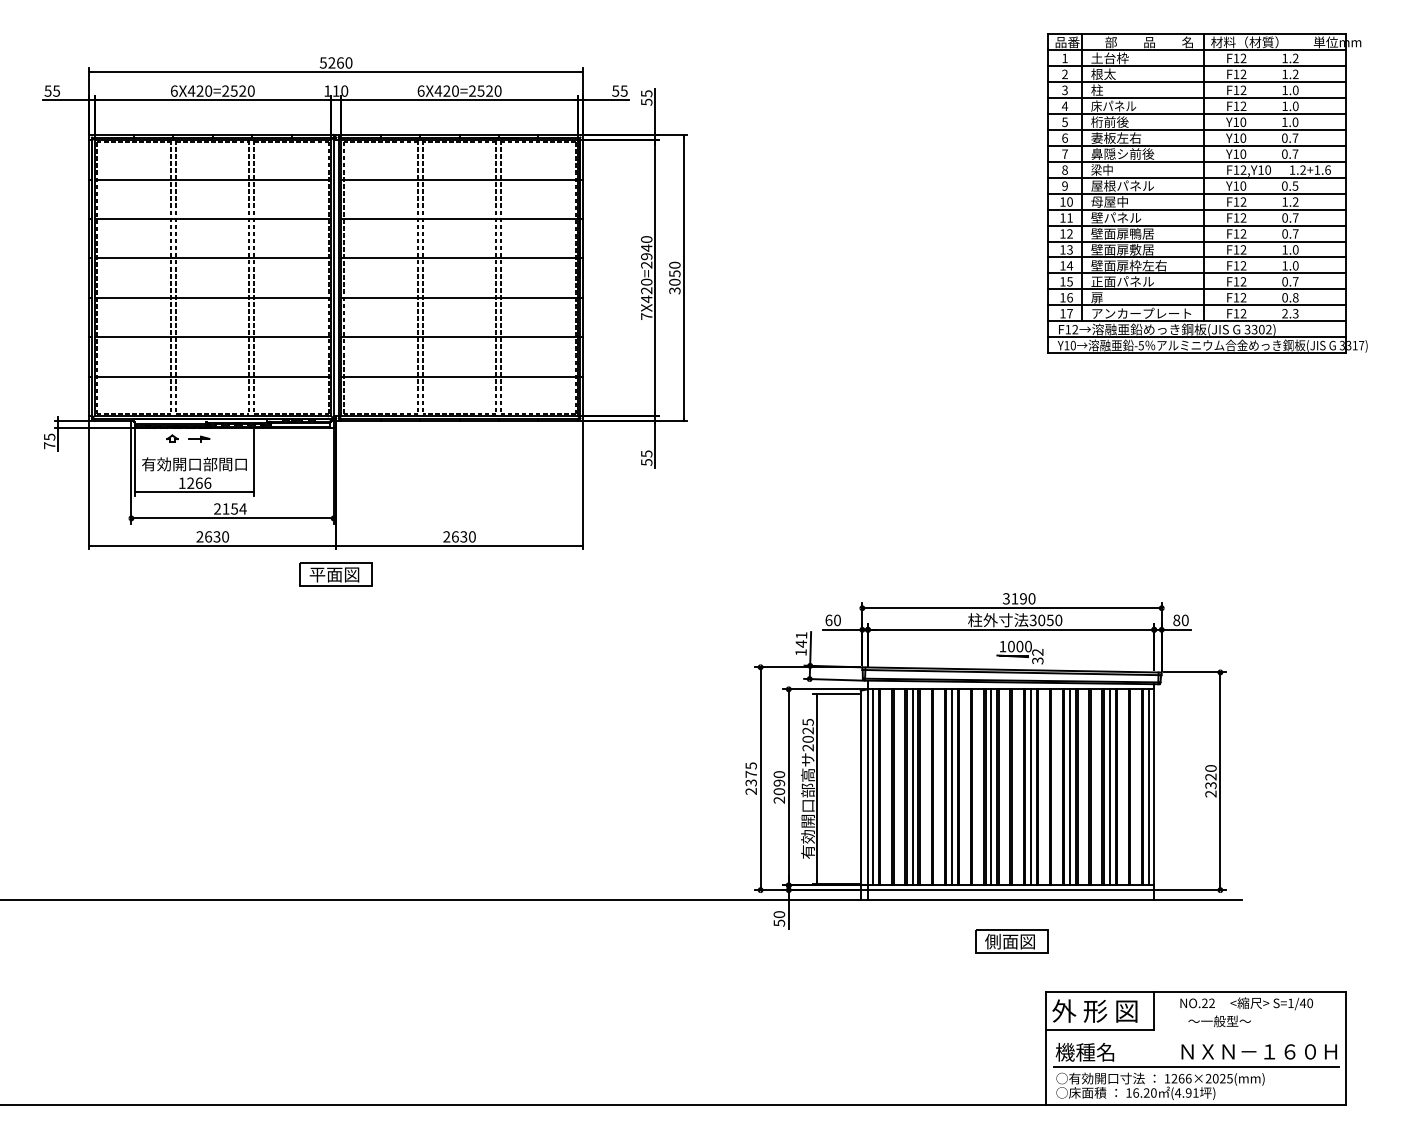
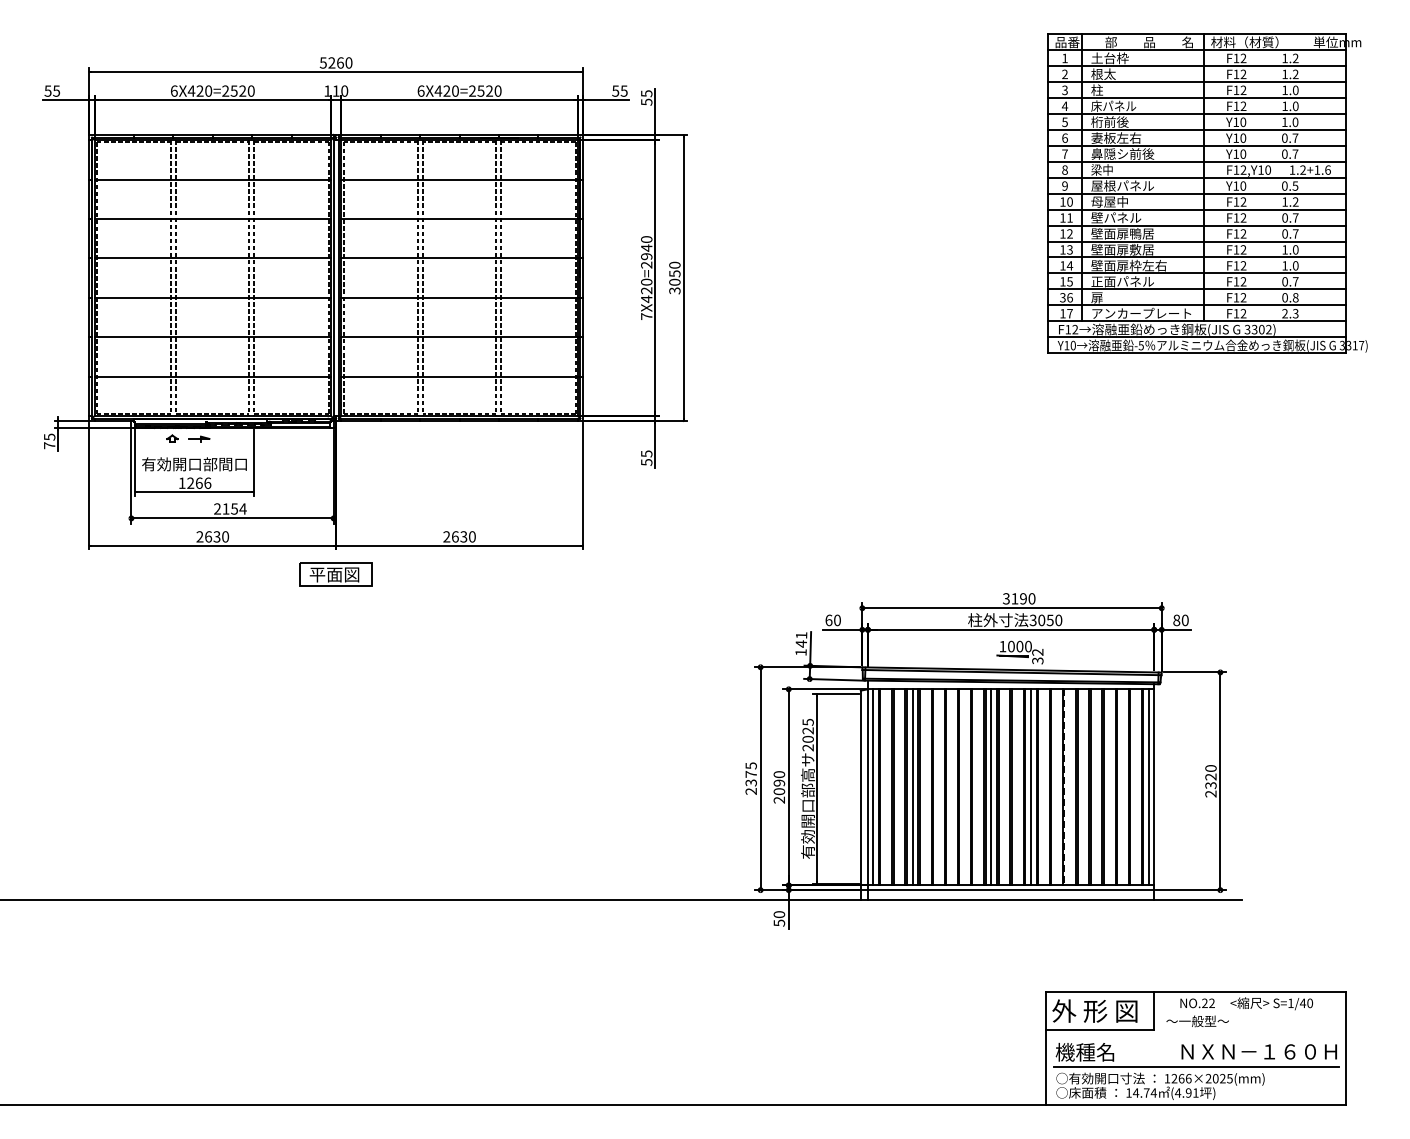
text at (1062, 297): 16 -> 36
line at (951, 787): present -> none
line at (1064, 787): solid -> dashed
line at (1070, 787): present -> none
line at (1109, 787): present -> none
part at (1011, 941): present -> none
text at (1219, 1021) position: (1219, 1021) -> (1197, 1021)
text at (1144, 1092): 16.20 -> 14.74
